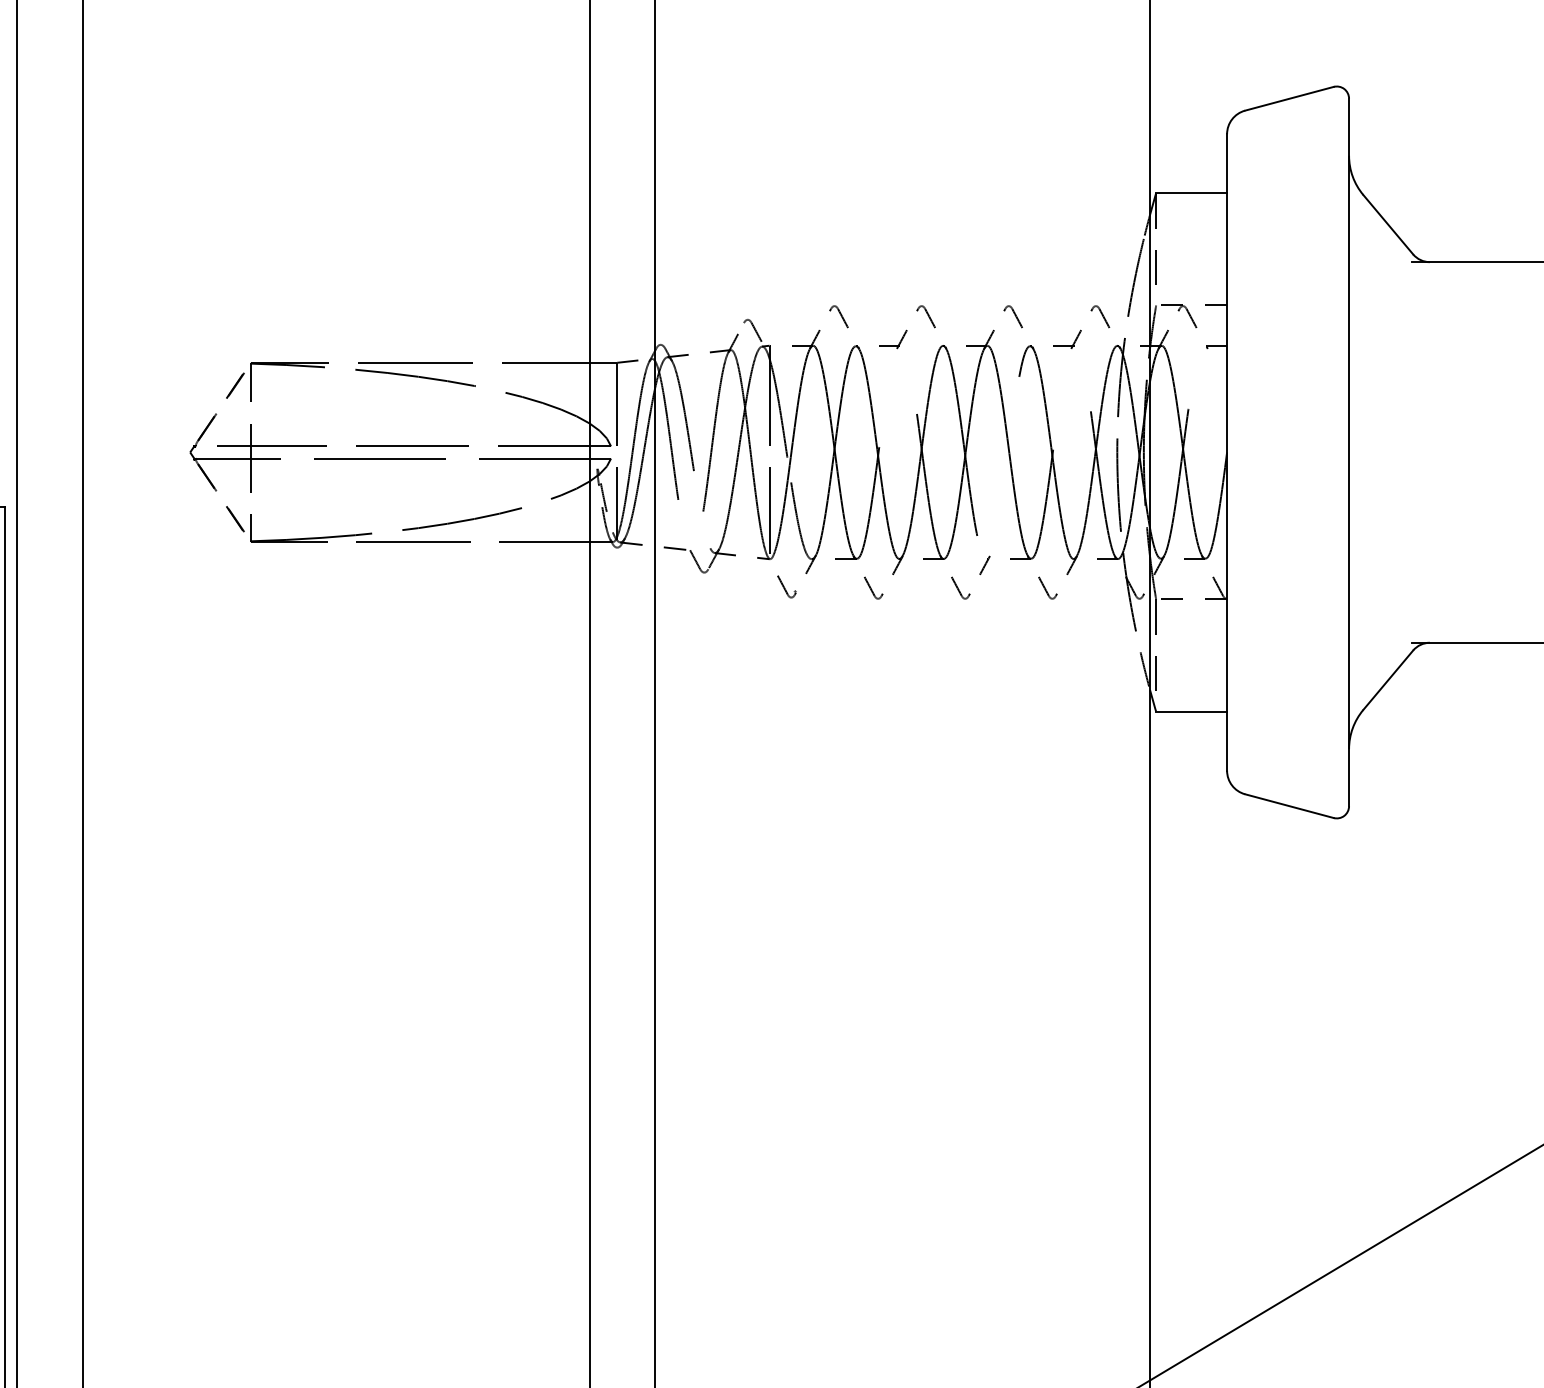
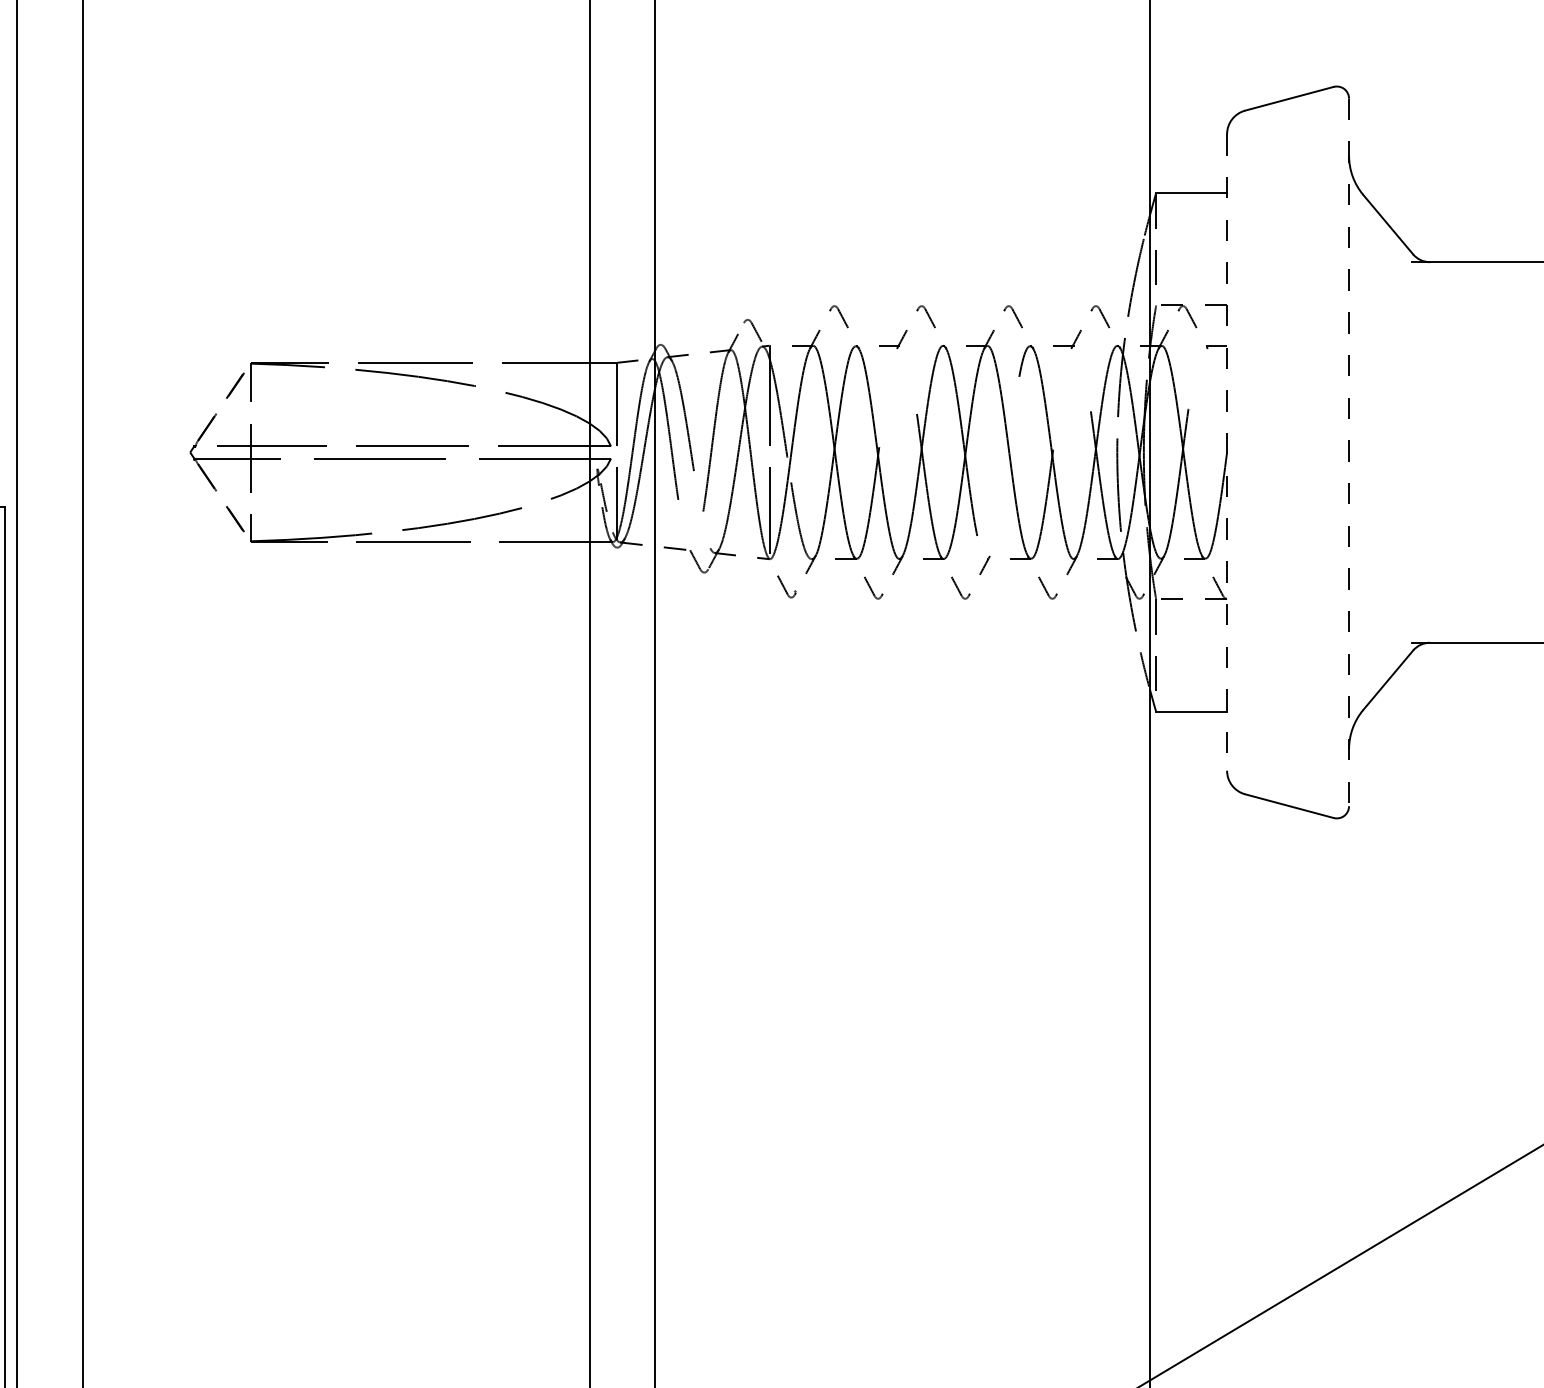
line at (1227, 452): solid -> dashed
line at (1349, 452): solid -> dashed
